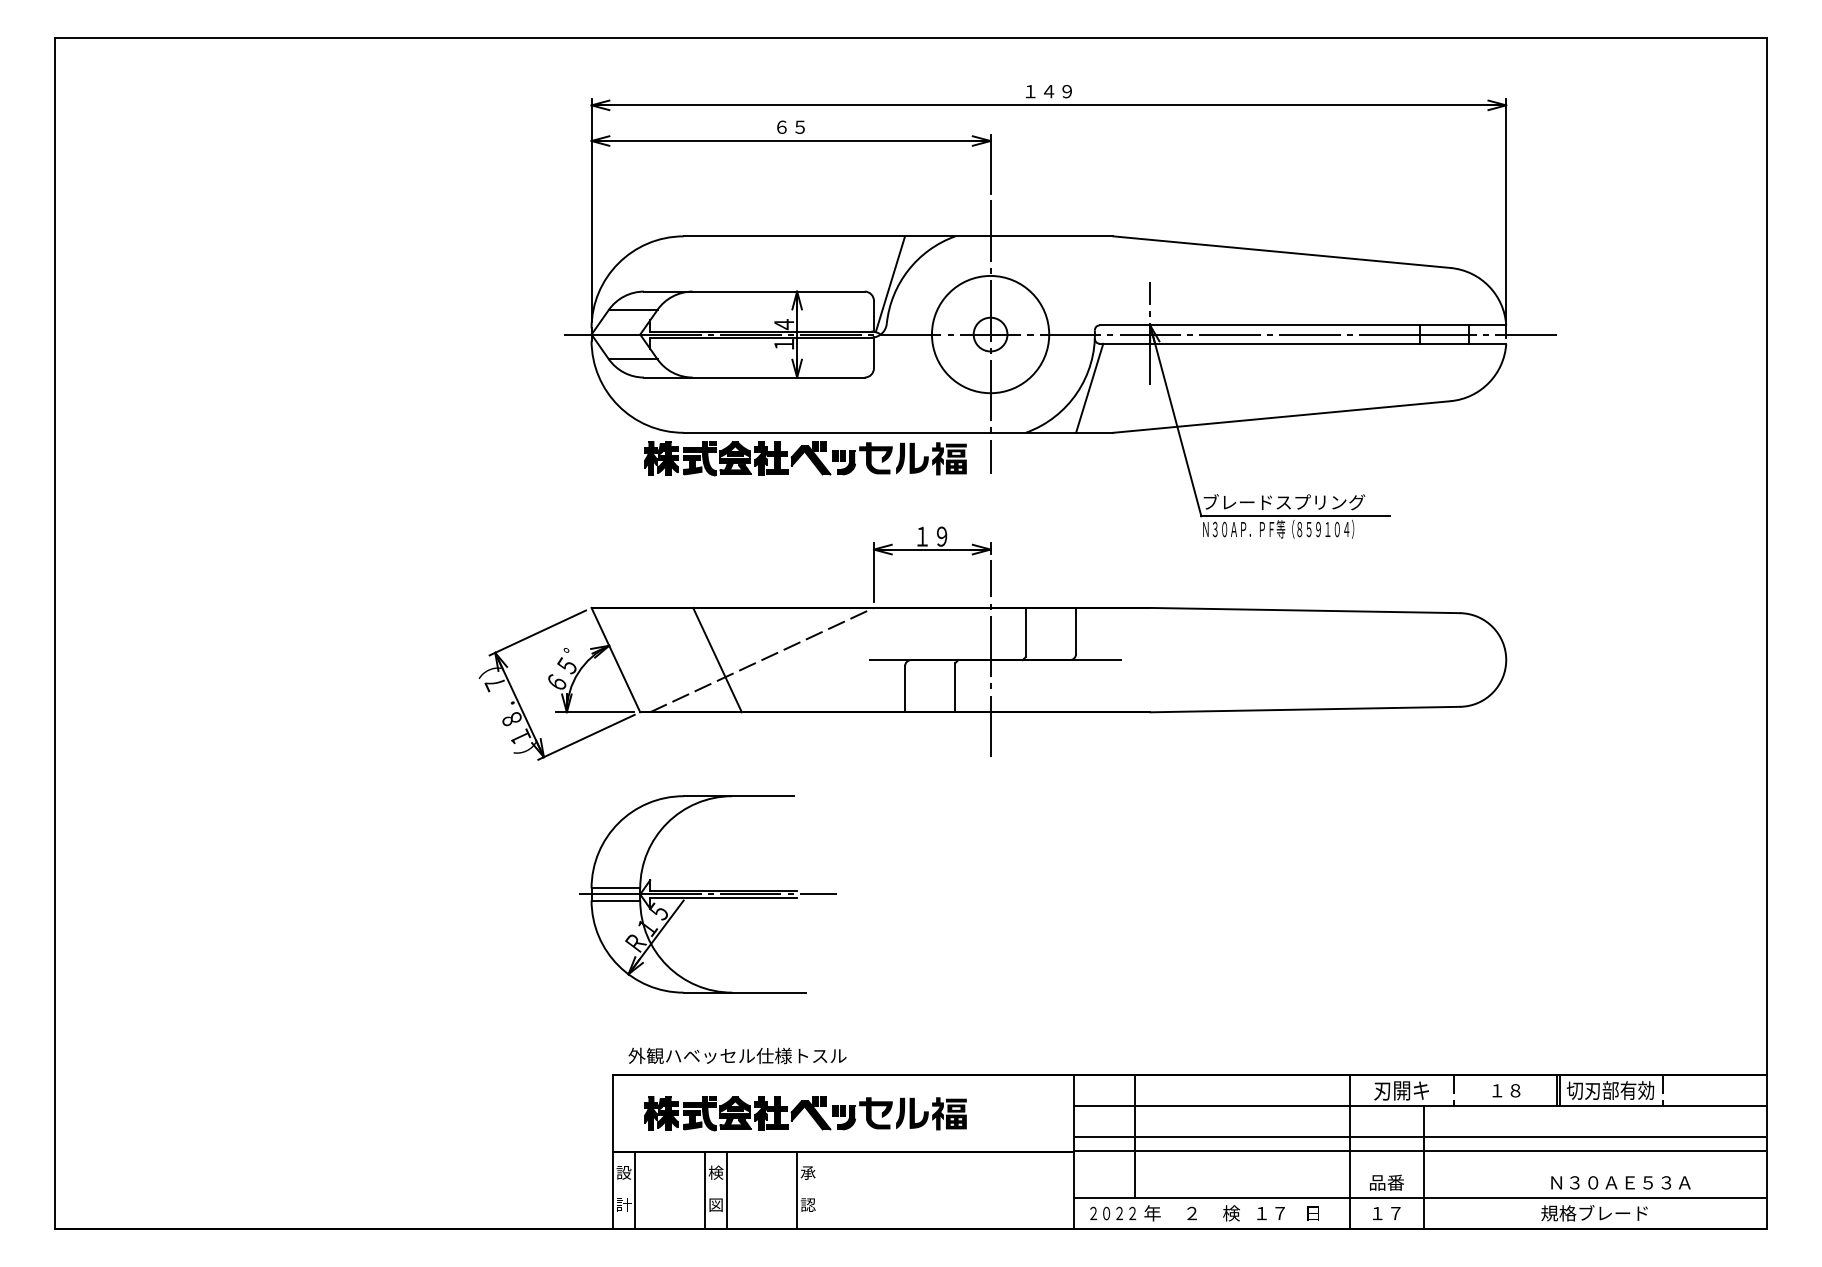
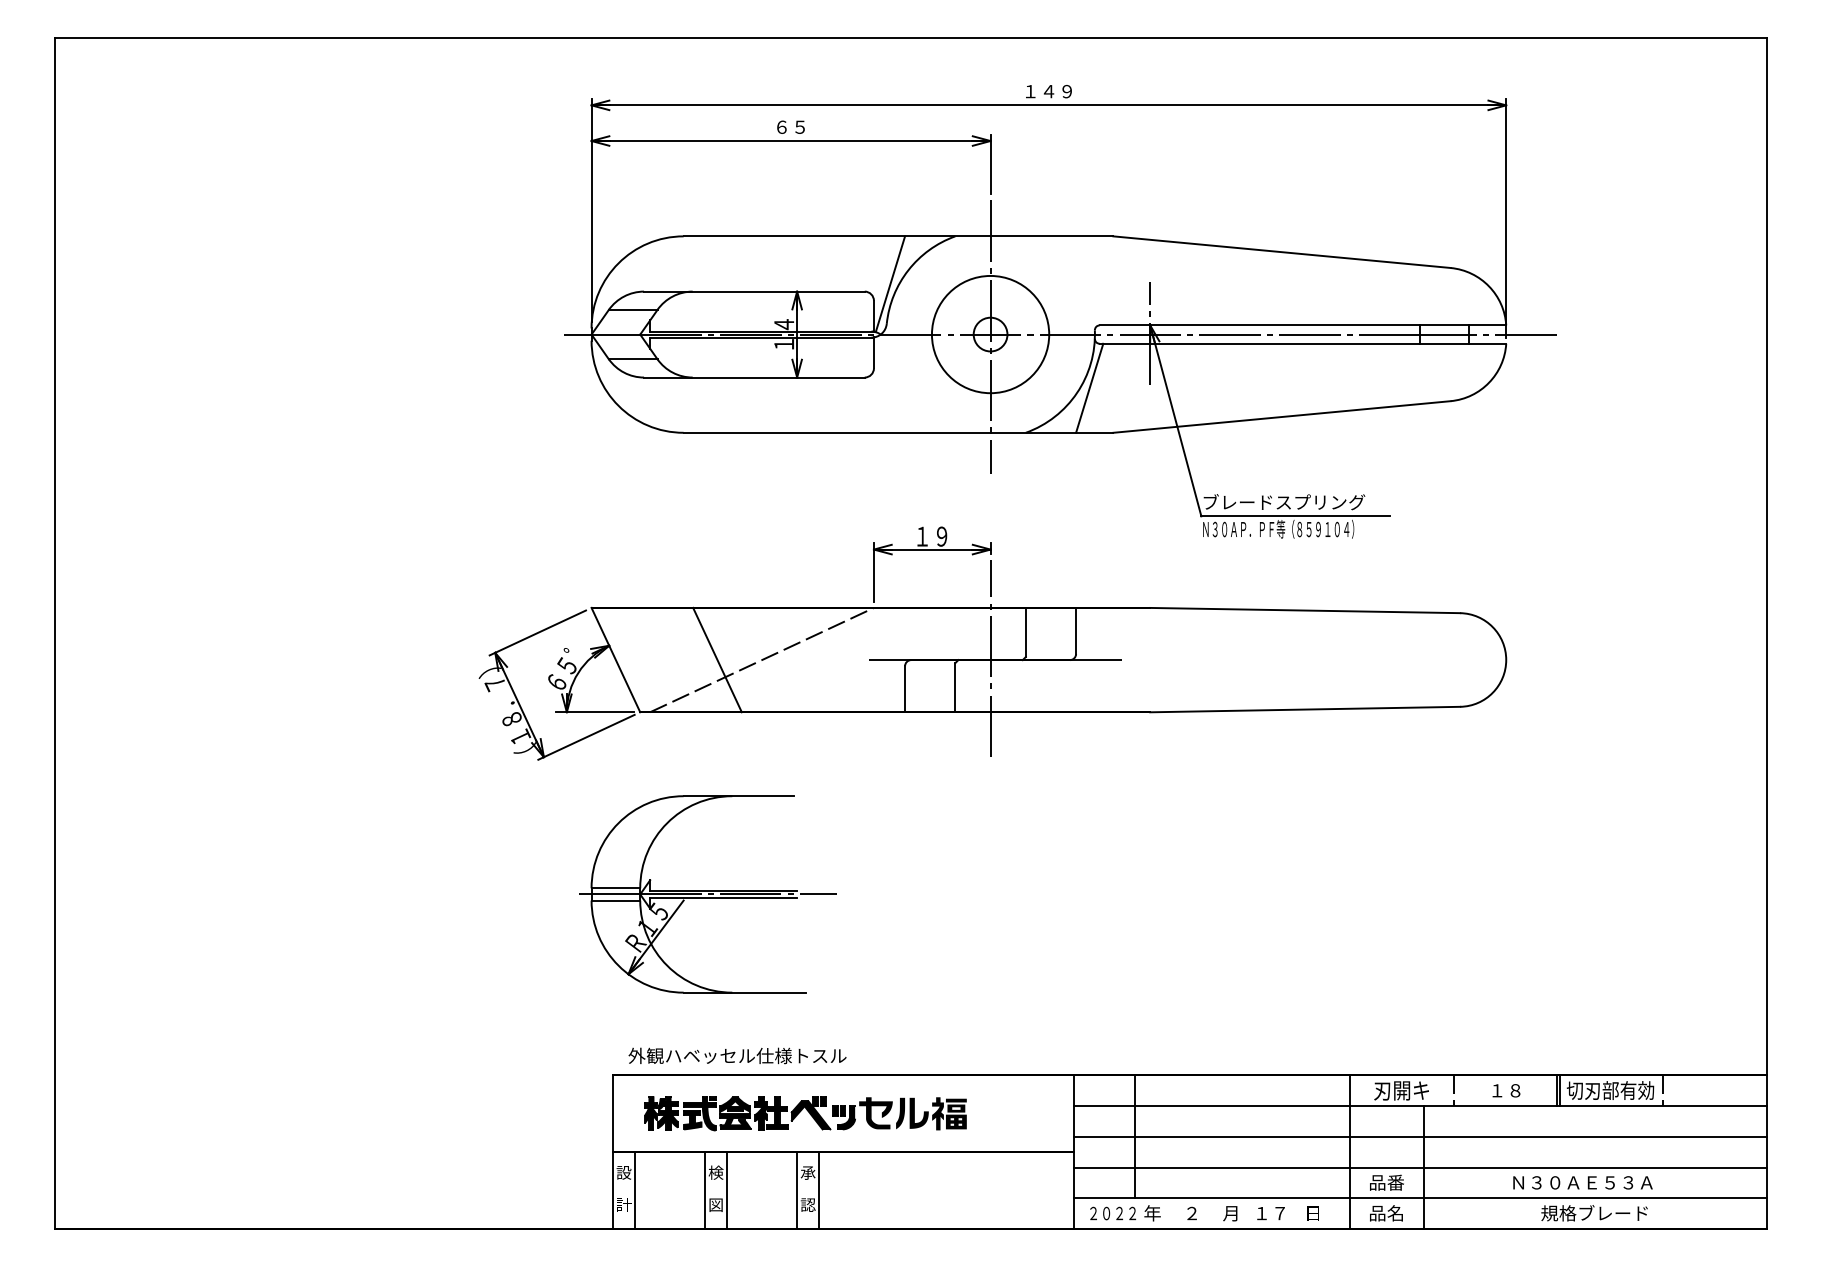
part at (805, 458): present -> none
line at (1420, 1150) position: (1420, 1150) -> (1420, 1167)
text at (1620, 1182) position: (1620, 1182) -> (1582, 1182)
line at (818, 1190): none -> present
text at (1231, 1213): 検 -> 月
text at (1386, 1213): １７ -> 品名
